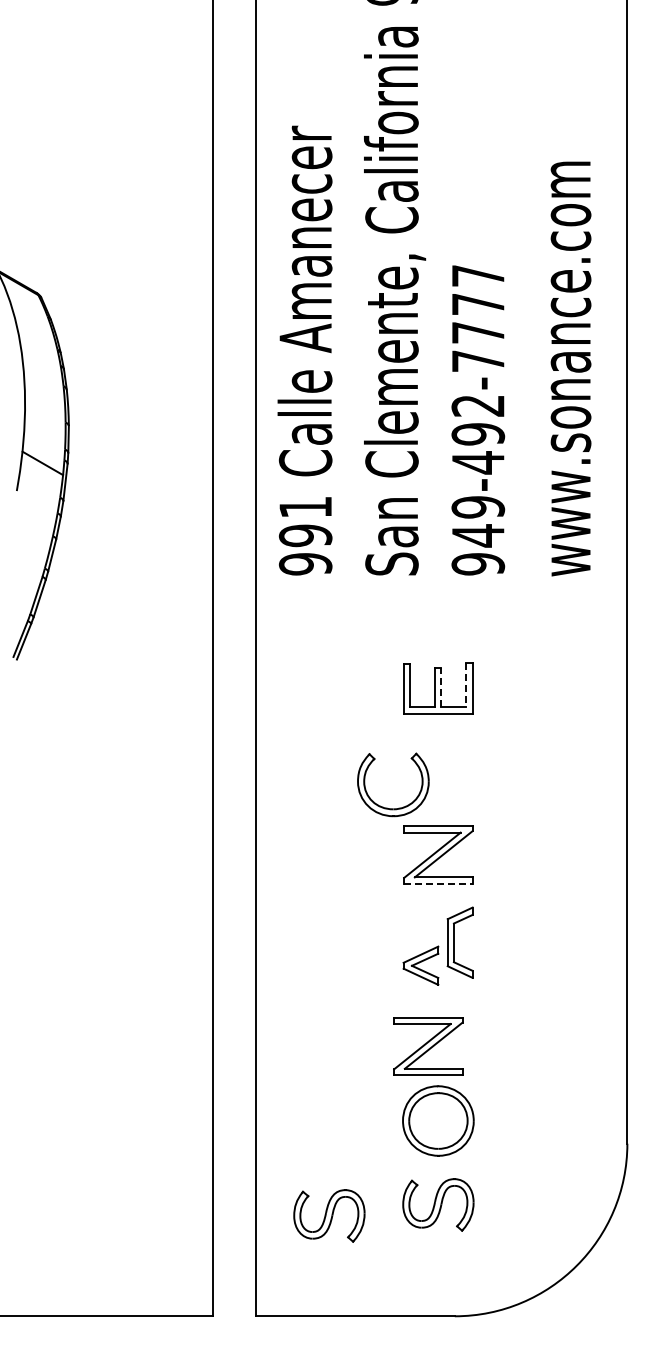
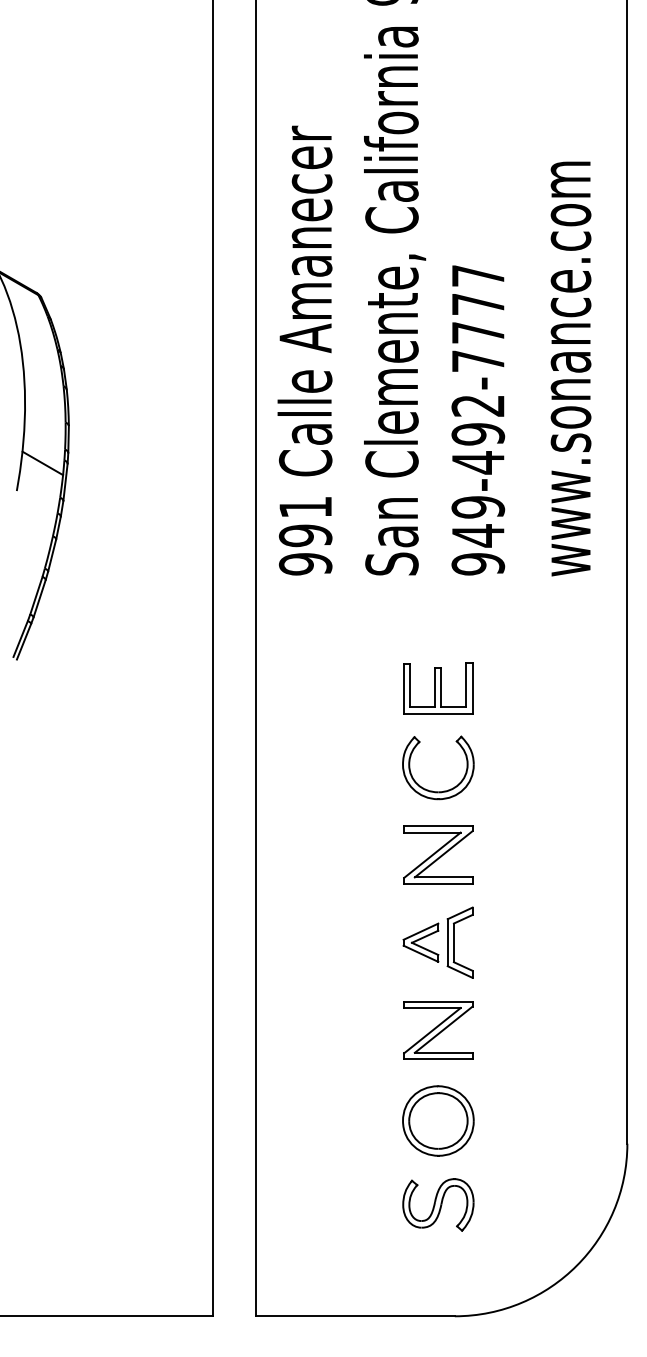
line at (466, 685): dashed -> solid
line at (441, 687): dashed -> solid
part at (398, 807) position: (398, 807) -> (443, 790)
line at (438, 883): dashed -> solid
part at (420, 965) position: (420, 965) -> (420, 942)
part at (428, 1046) position: (428, 1046) -> (438, 1030)
part at (329, 1215): present -> none
